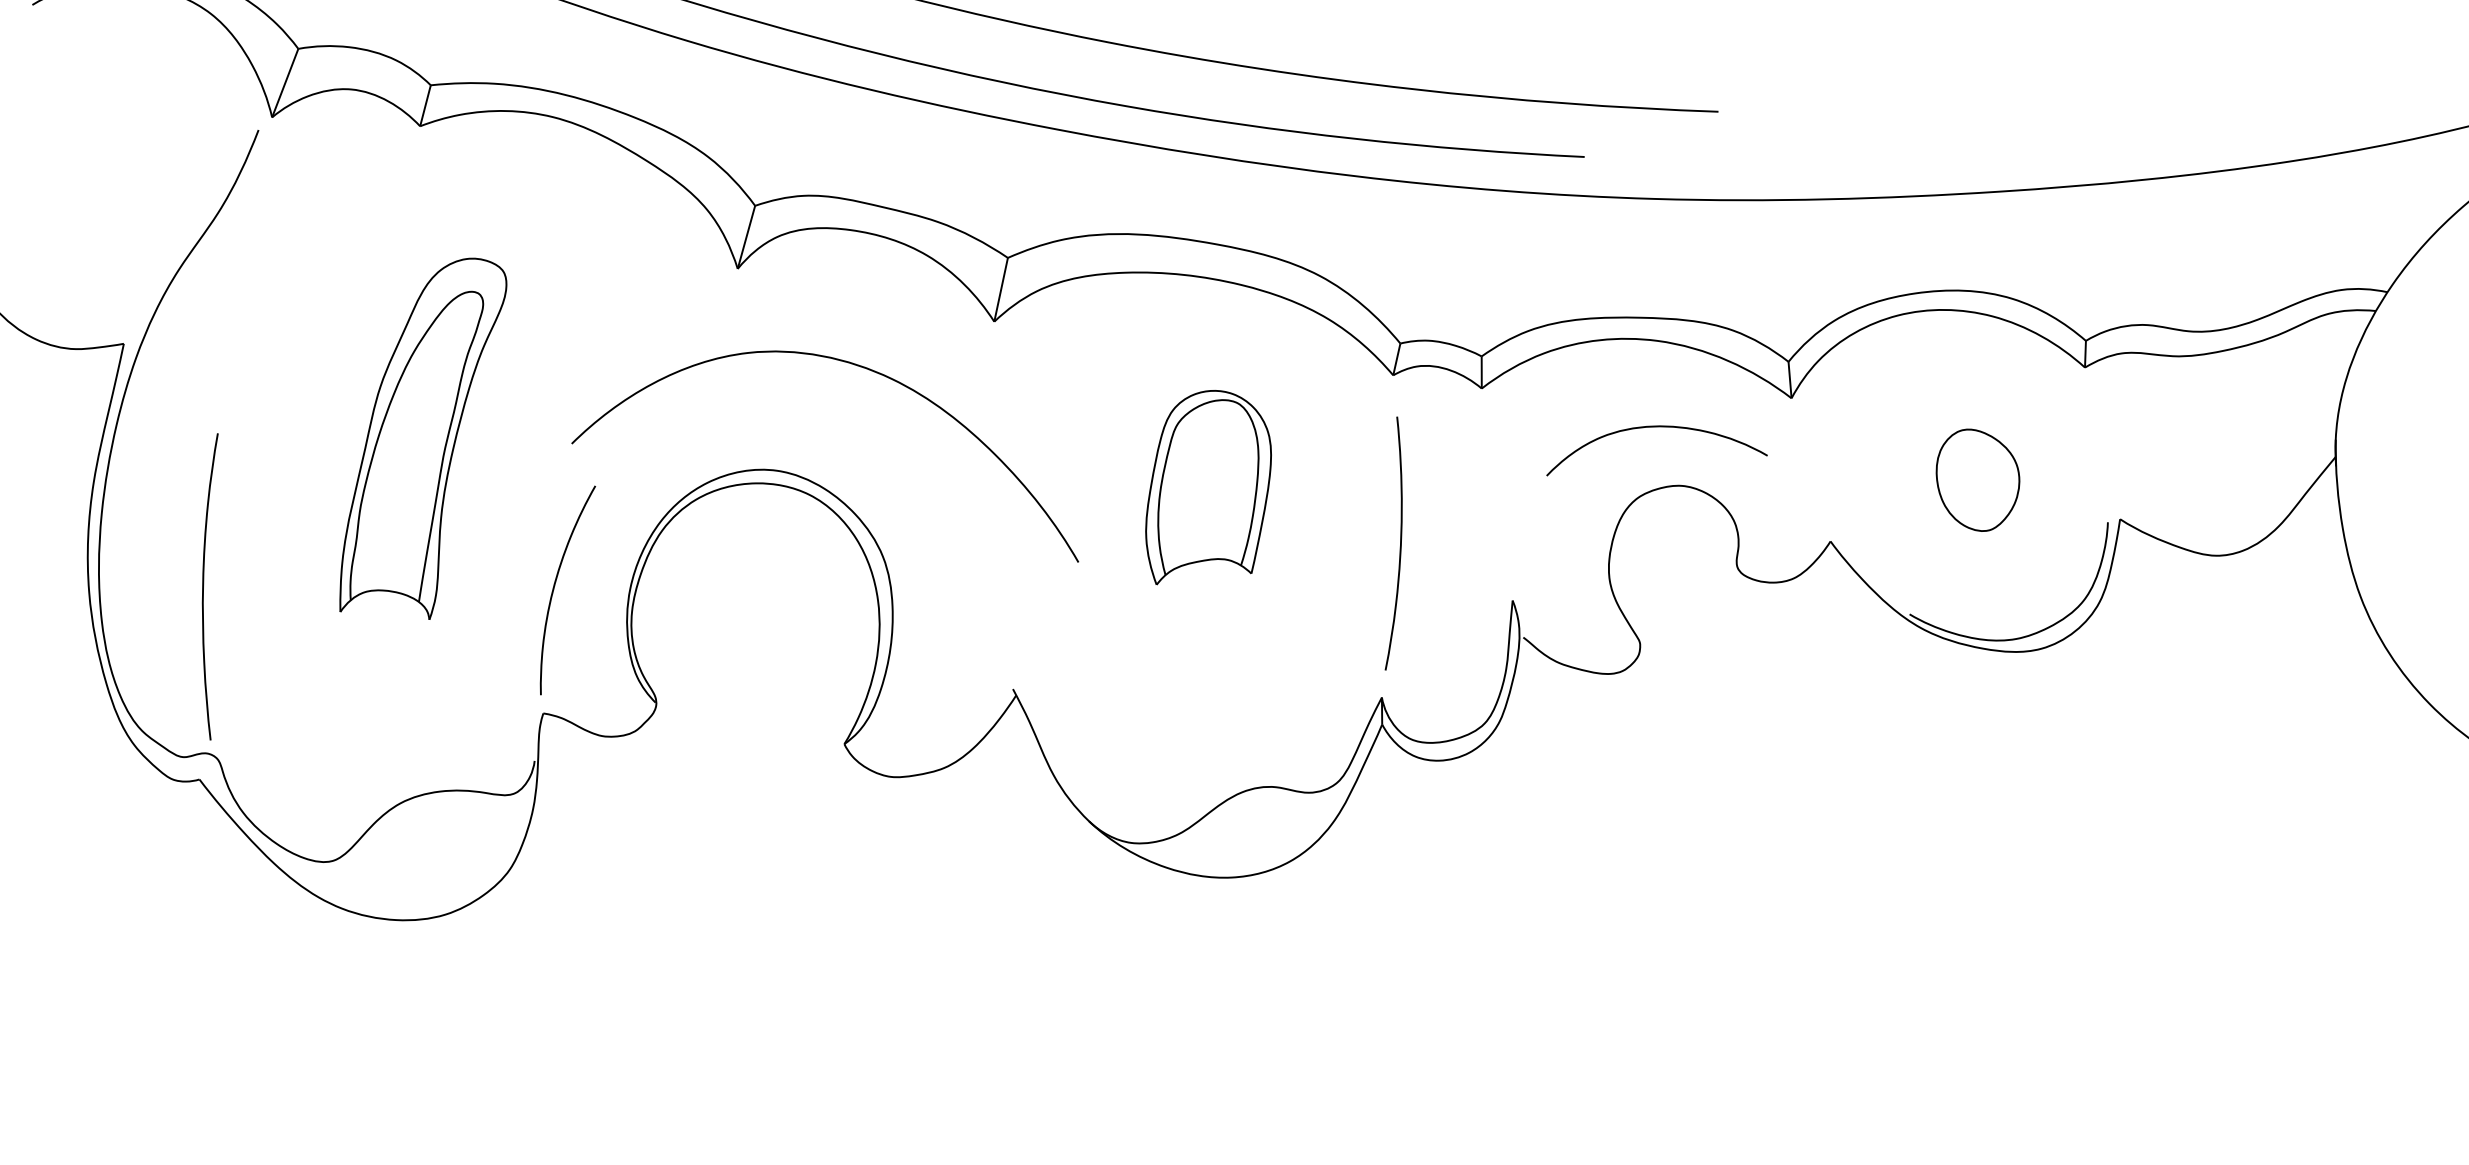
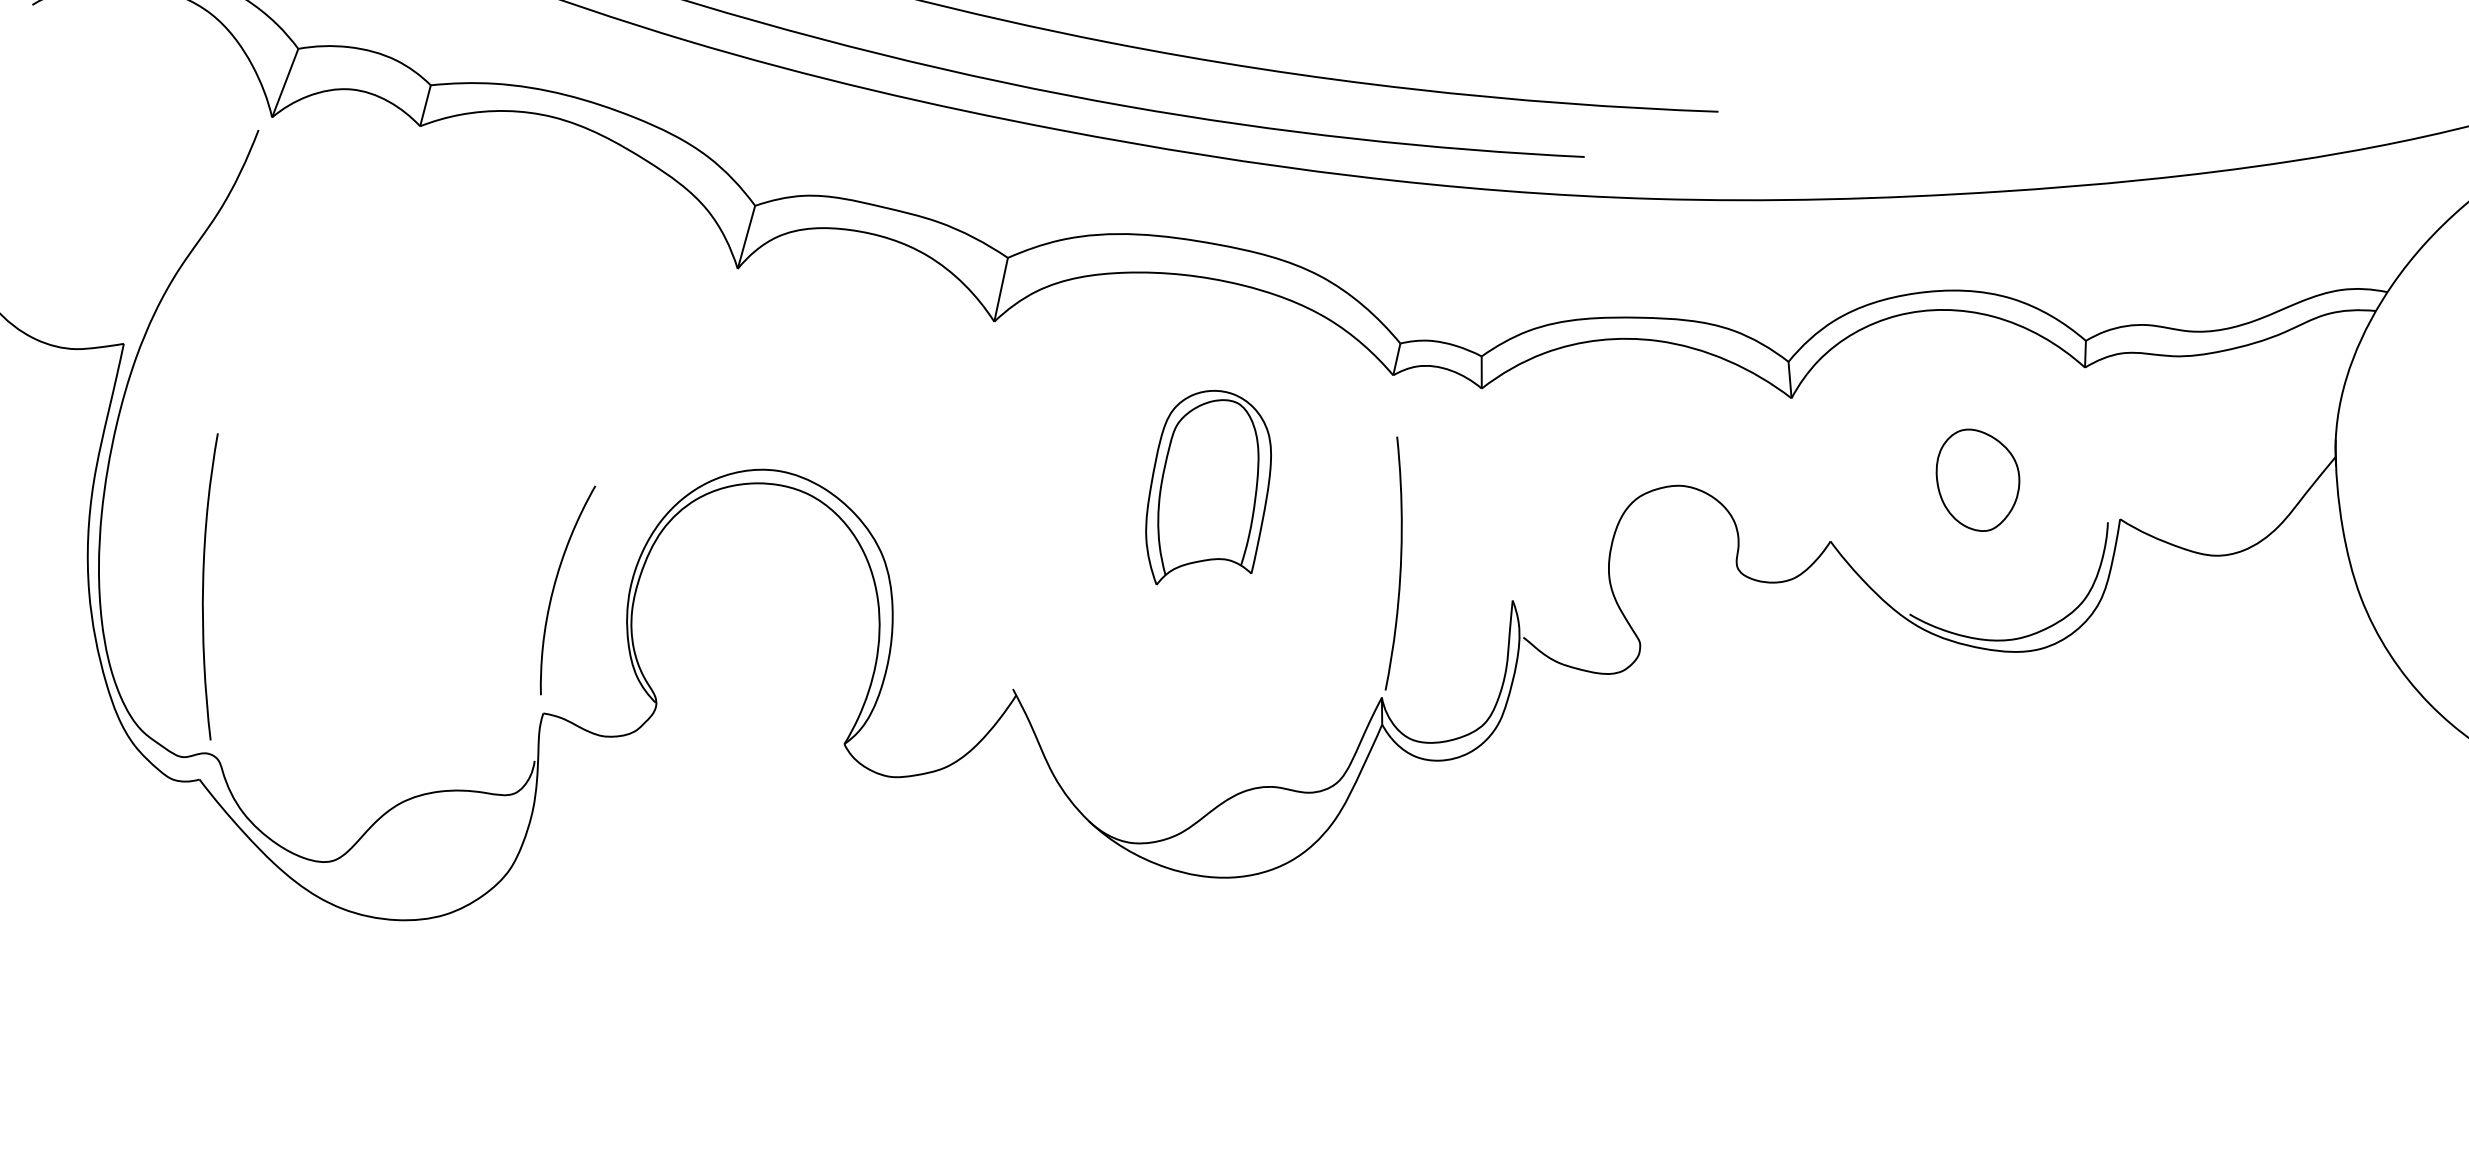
curve at (854, 365): present -> none
curve at (1656, 427): present -> none
part at (423, 438): present -> none
curve at (1400, 543) position: (1400, 543) -> (1400, 563)
